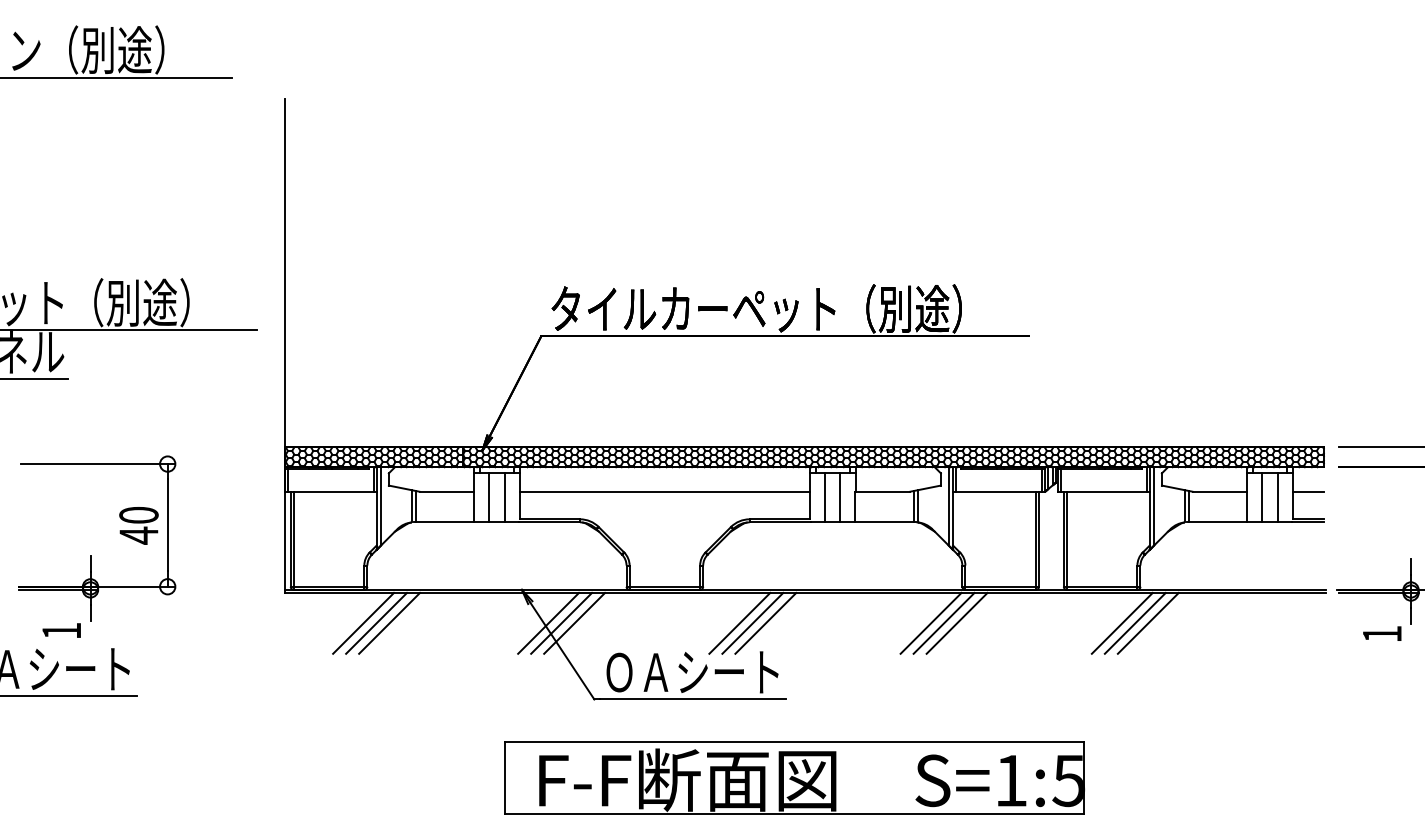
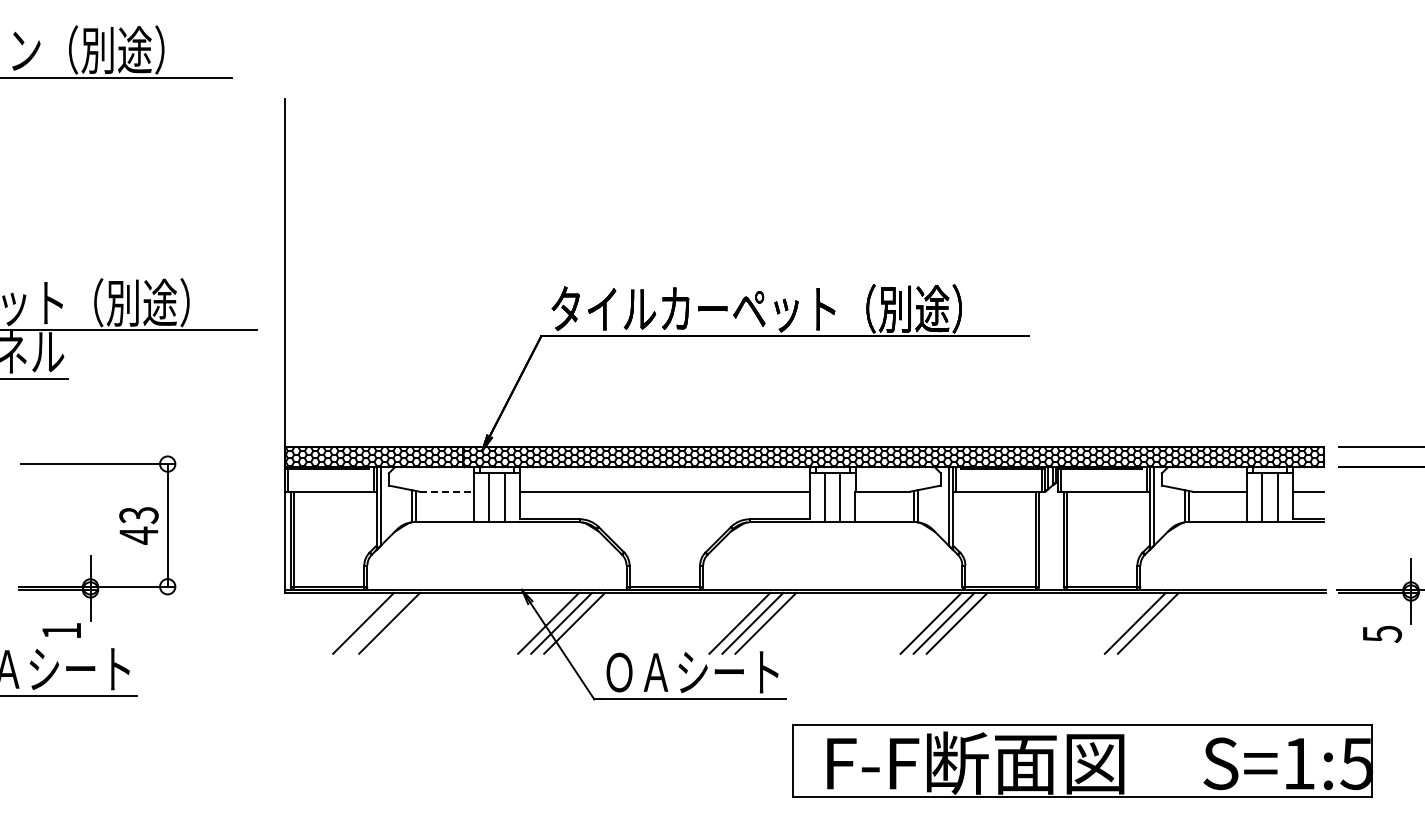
line at (447, 491): solid -> dashed
text at (138, 515): 40 -> 43
line at (376, 622): present -> none
line at (1121, 622): present -> none
text at (1382, 634): 1 -> 5
part at (794, 777) position: (794, 777) -> (1082, 760)
